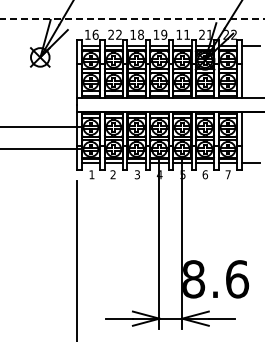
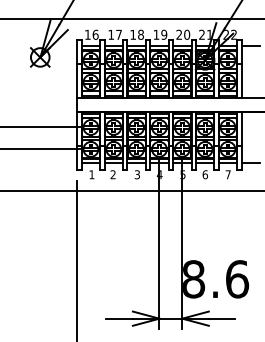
line at (132, 18): dashed -> solid
text at (114, 34): 22 -> 17
text at (183, 34): 11 -> 20
line at (131, 191): none -> present
